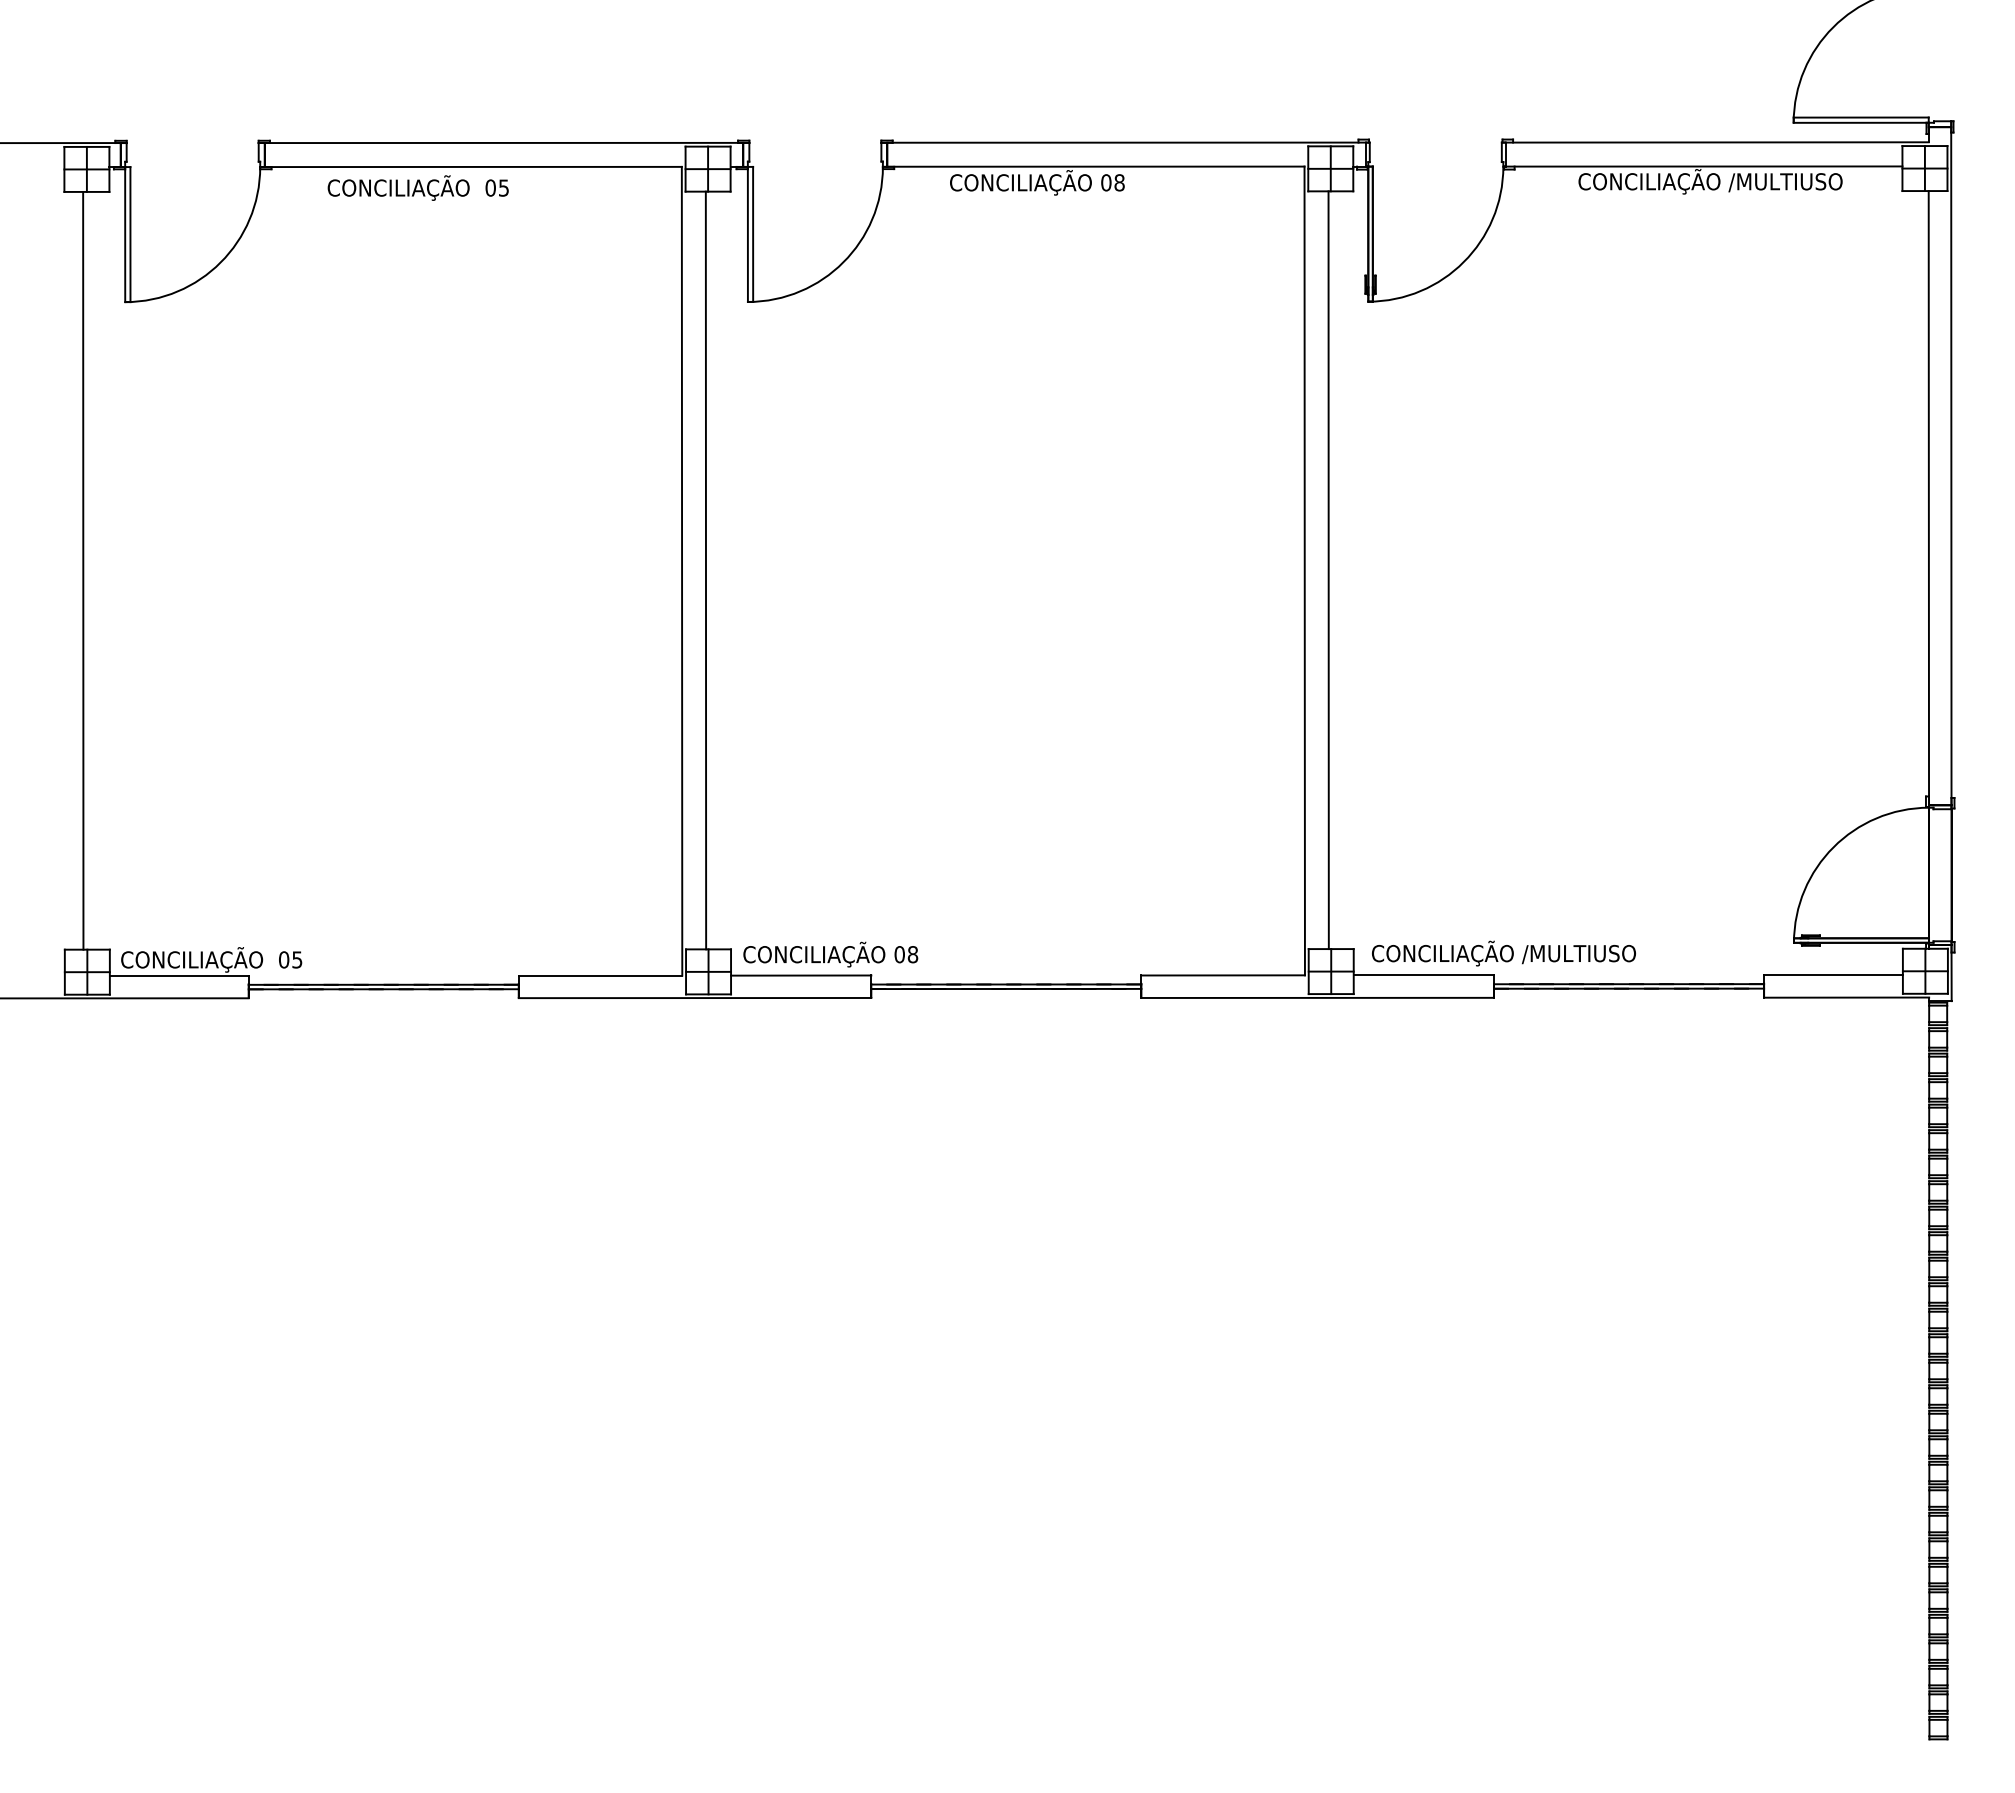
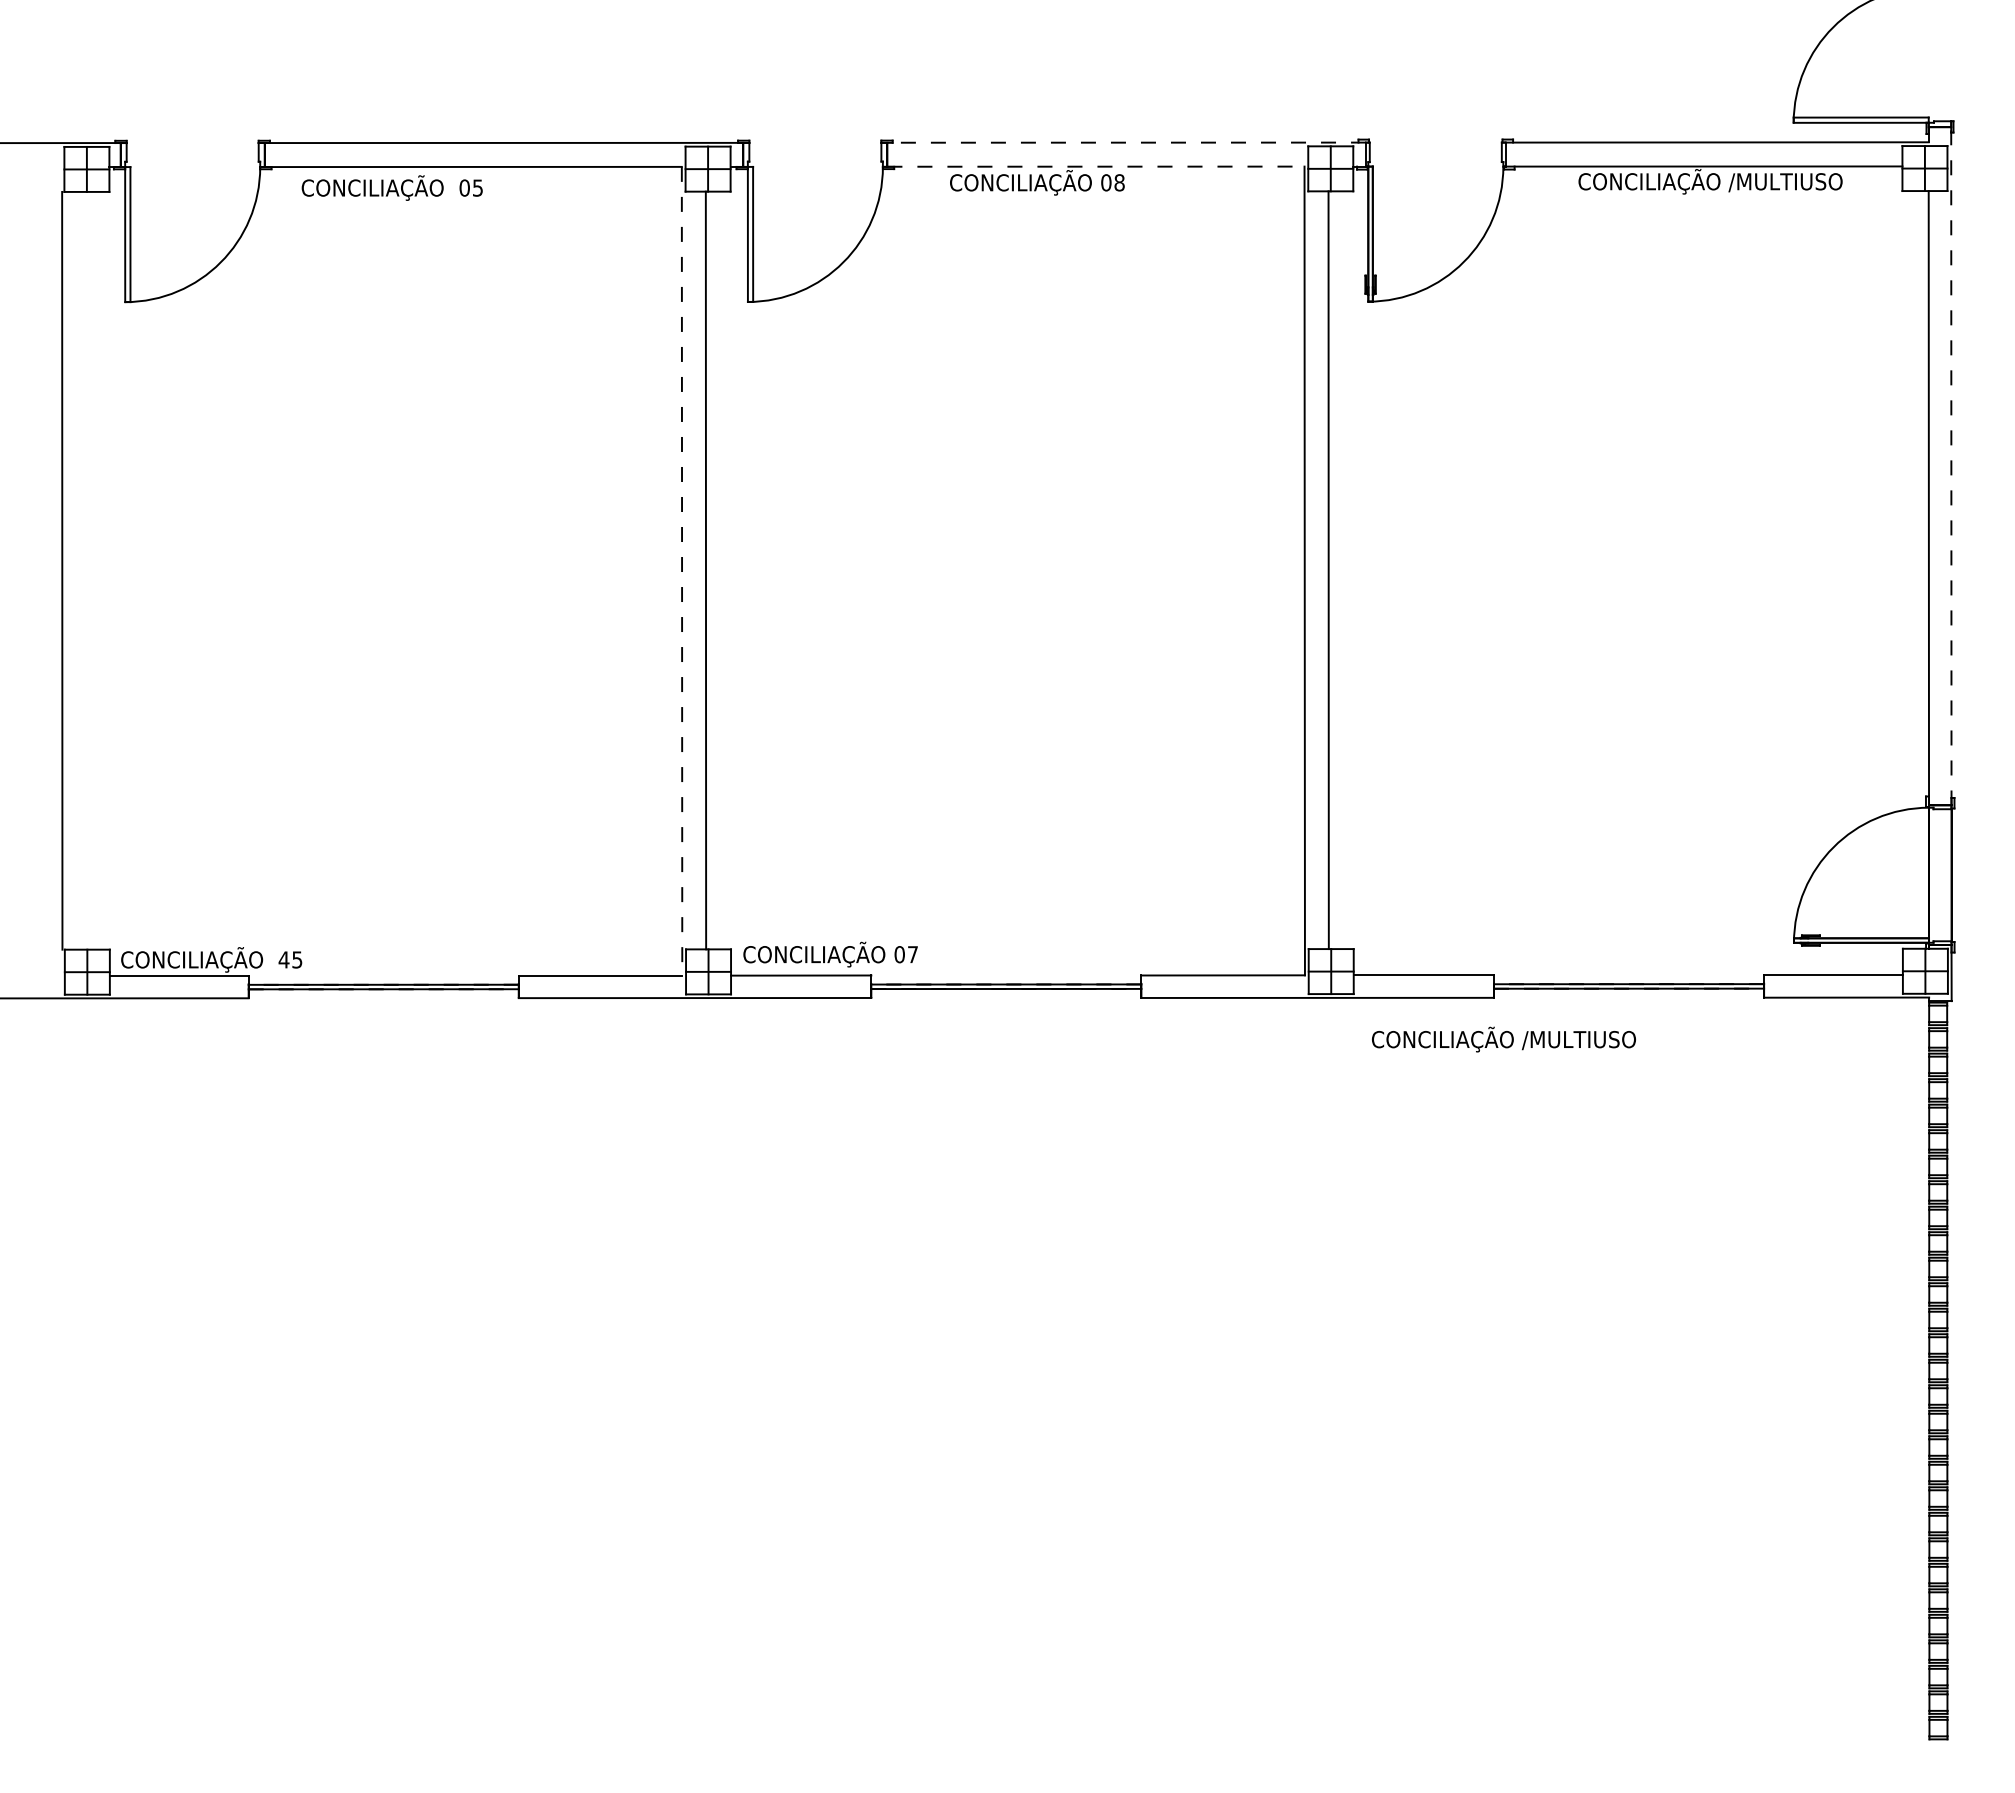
line at (1126, 142): solid -> dashed
line at (1095, 166): solid -> dashed
text at (417, 187) position: (417, 187) -> (391, 187)
line at (1951, 465): solid -> dashed
line at (83, 570) position: (83, 570) -> (62, 570)
line at (682, 571): solid -> dashed
text at (1503, 953) position: (1503, 953) -> (1503, 1039)
text at (912, 954): 08 -> 07
text at (283, 959): 05 -> 45
